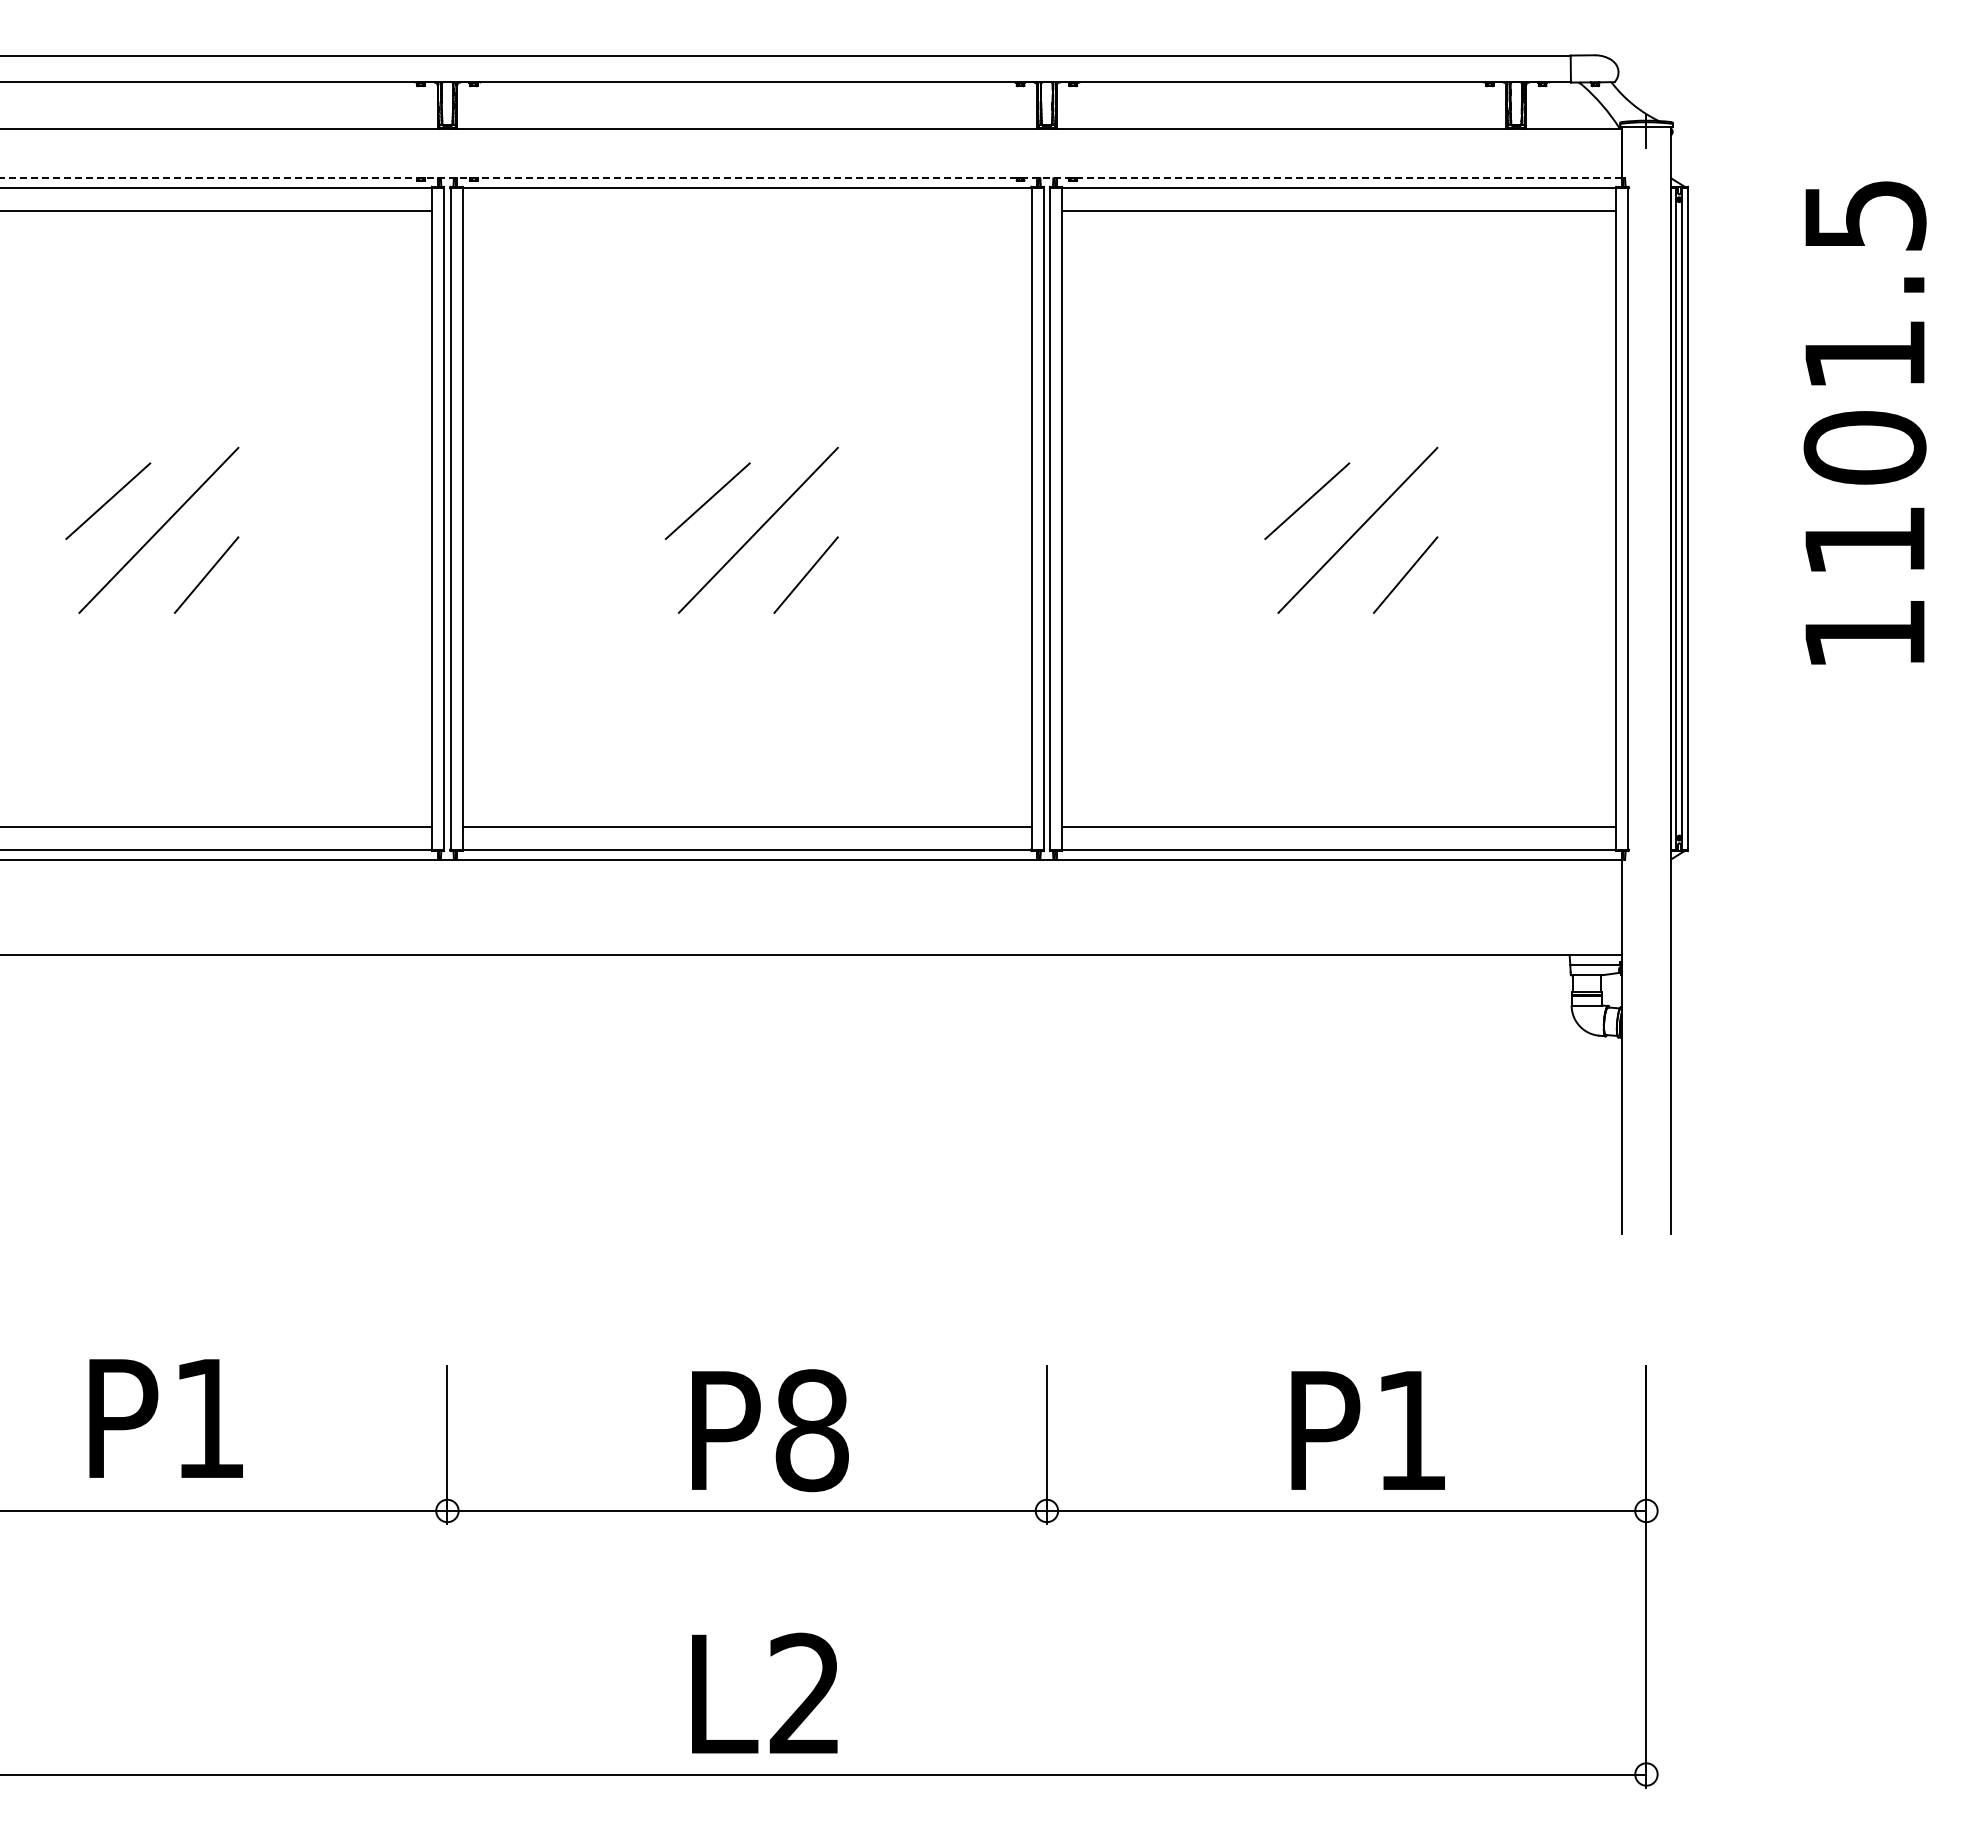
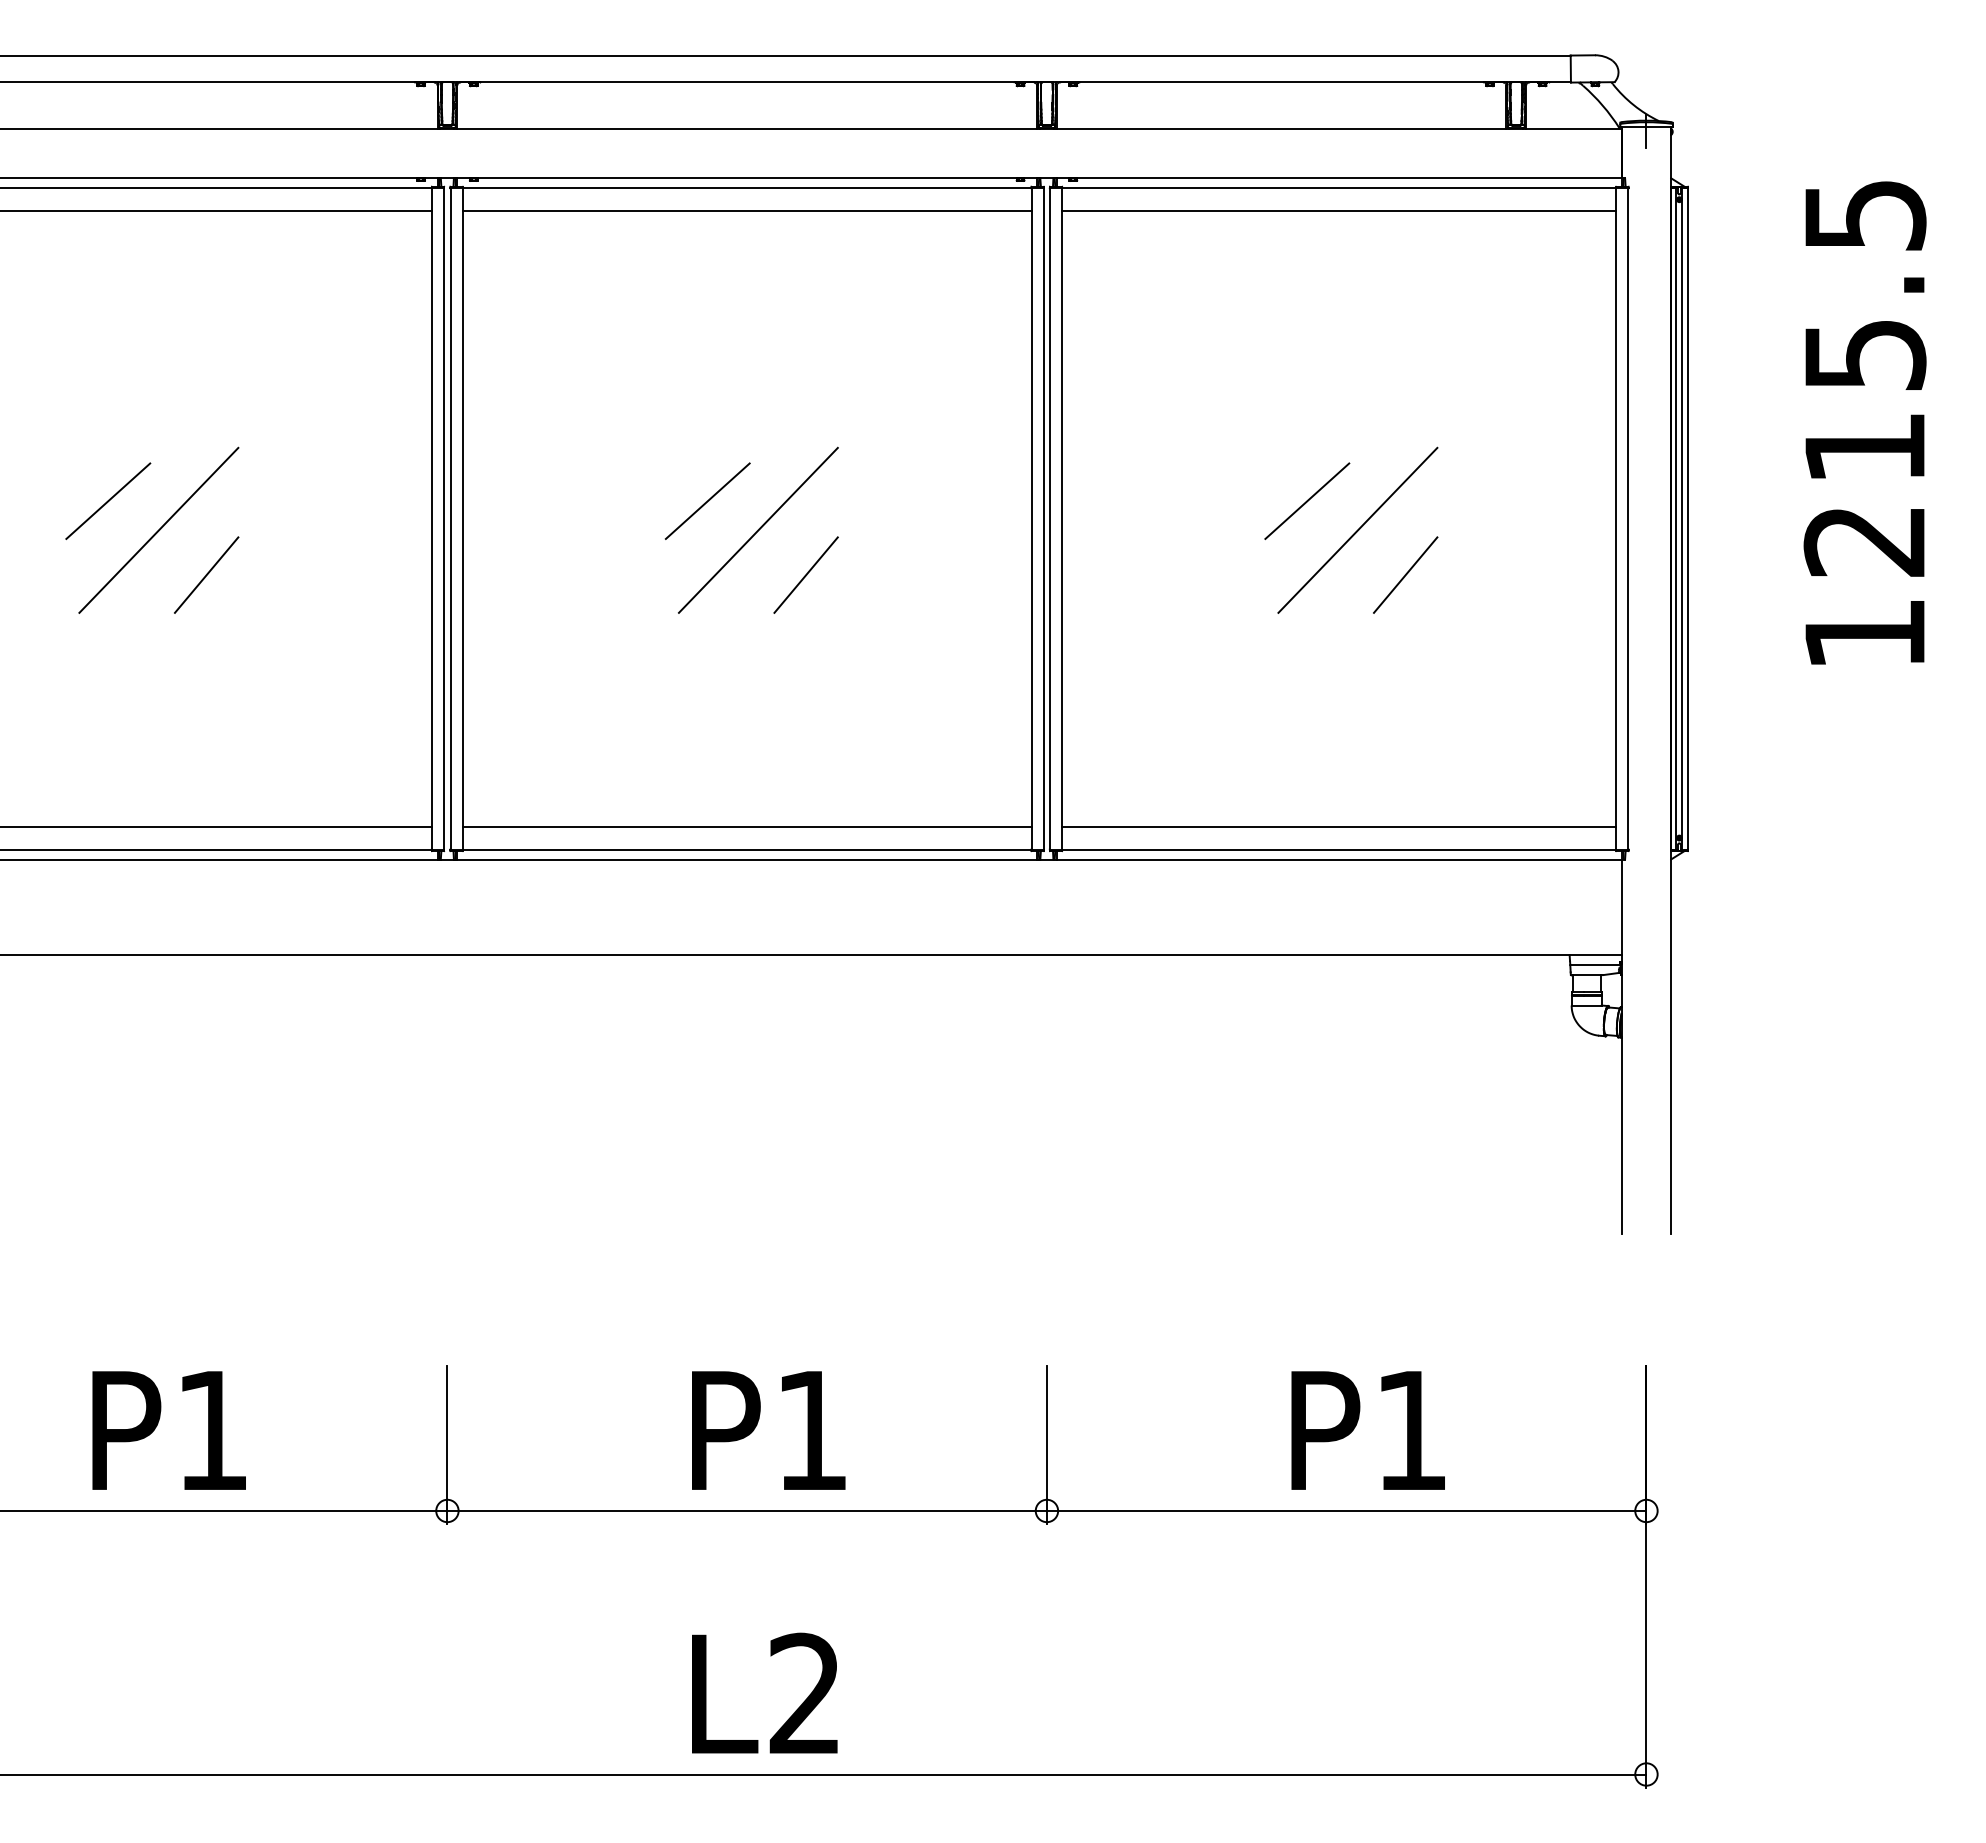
line at (811, 177): dashed -> solid
line at (746, 211): none -> present
text at (1864, 448): 1101.5 -> 1215.5
text at (165, 1418) position: (165, 1418) -> (168, 1430)
text at (811, 1430): P8 -> P1
